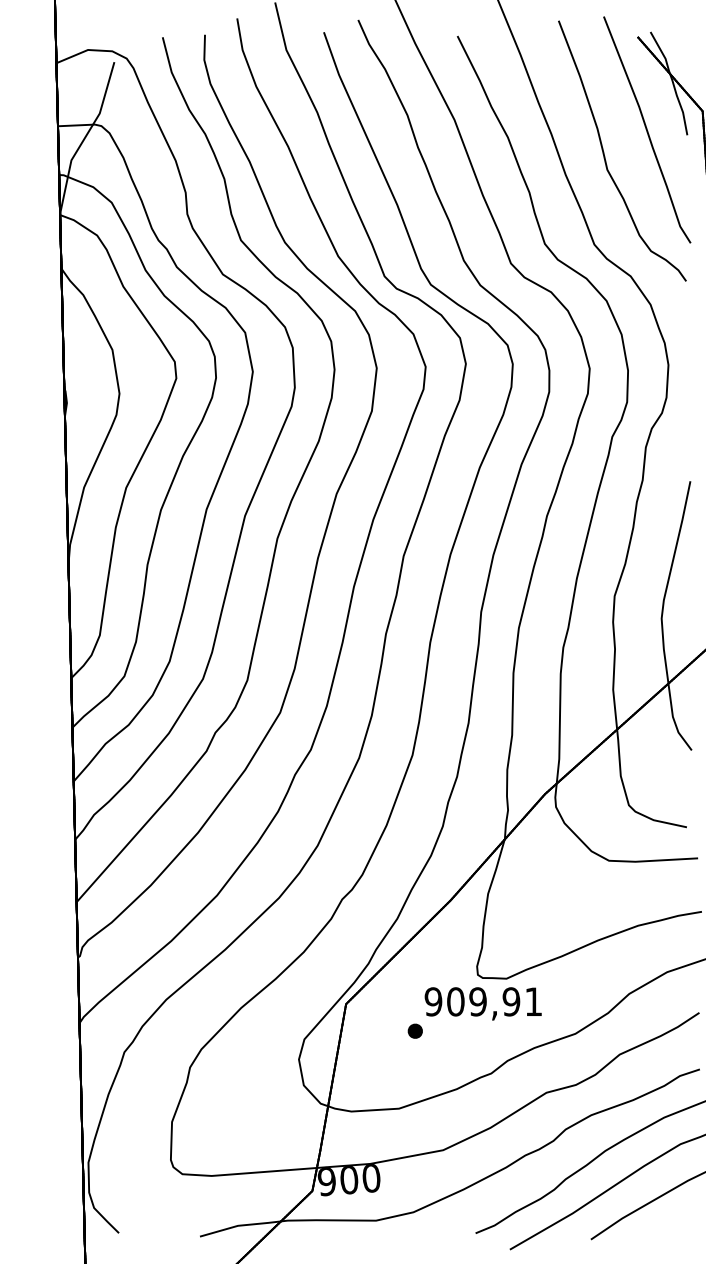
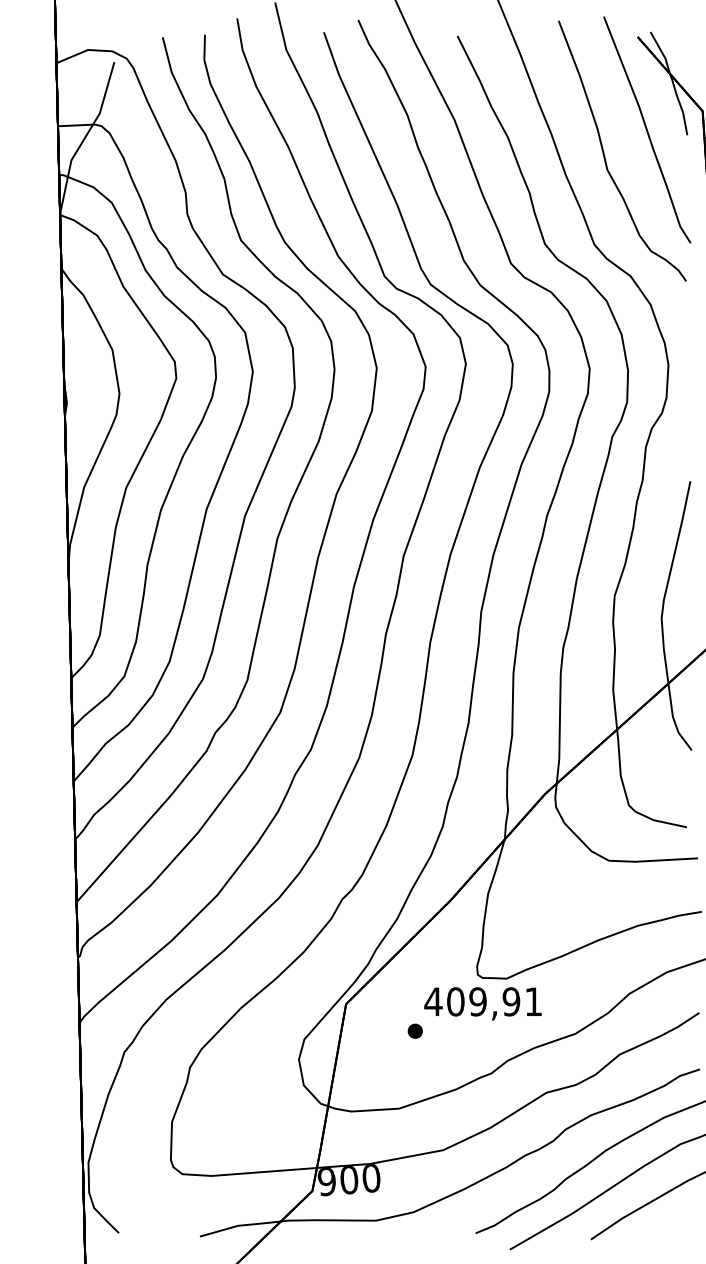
text at (433, 1001): 909,91 -> 409,91
